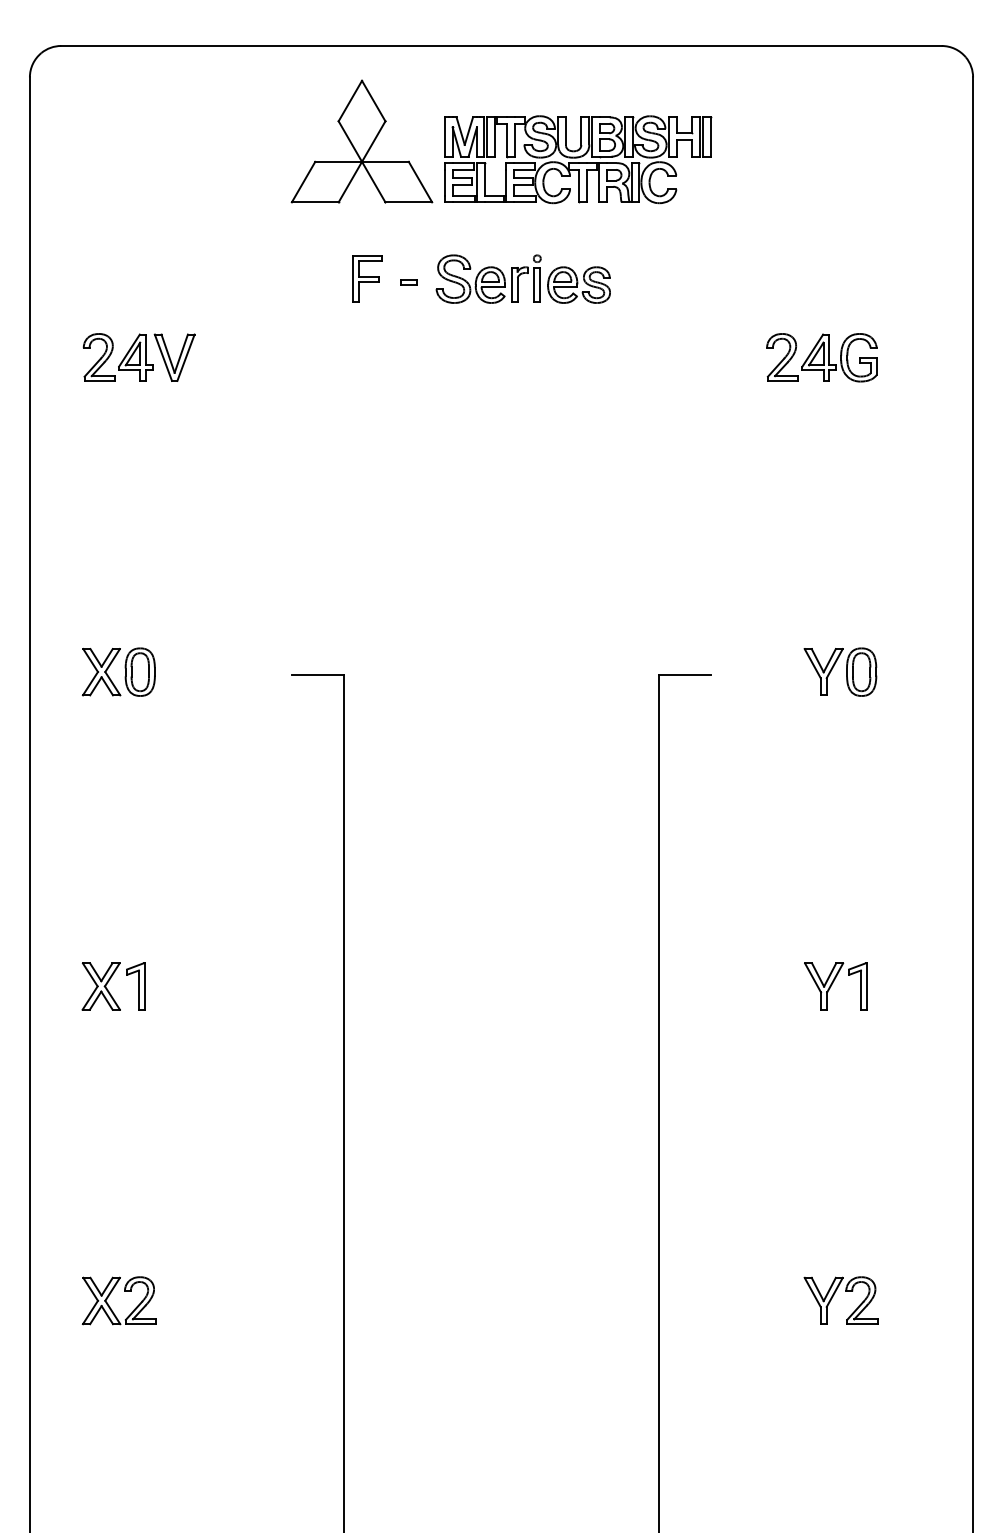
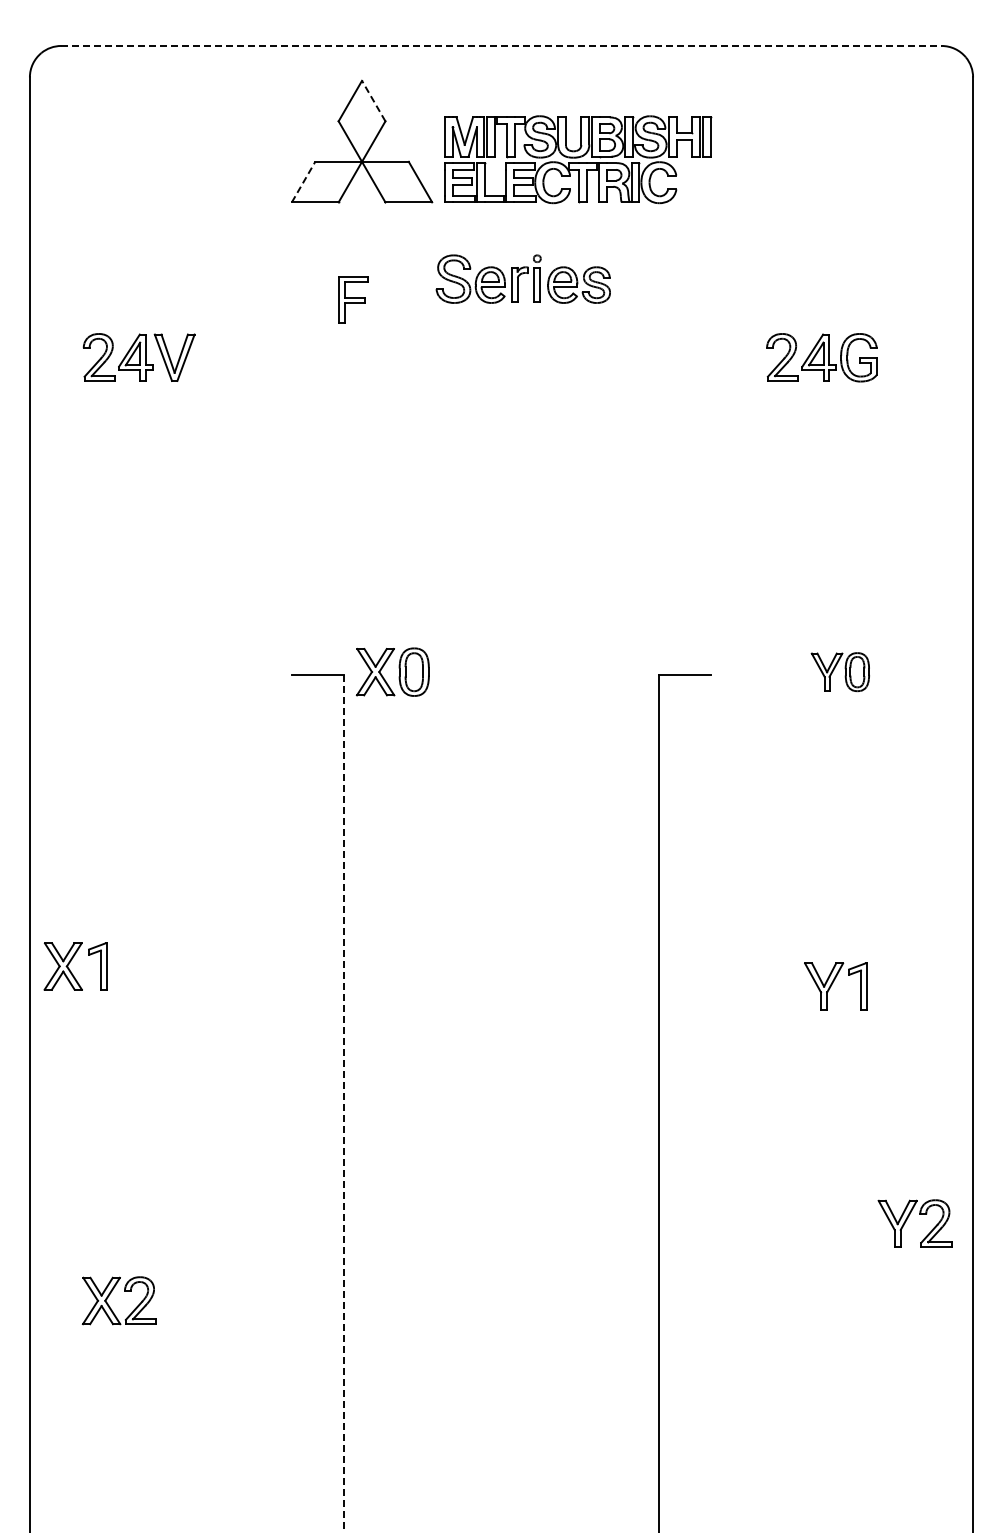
line at (501, 45): solid -> dashed
line at (373, 100): solid -> dashed
line at (303, 181): solid -> dashed
part at (367, 278) position: (367, 278) -> (353, 299)
part at (408, 282): present -> none
part at (124, 668) position: (124, 668) -> (398, 668)
part at (840, 671) size: 75x50 px -> 60x41 px
part at (113, 986) position: (113, 986) -> (75, 966)
line at (344, 1103): solid -> dashed
part at (834, 1295) position: (834, 1295) -> (908, 1218)
